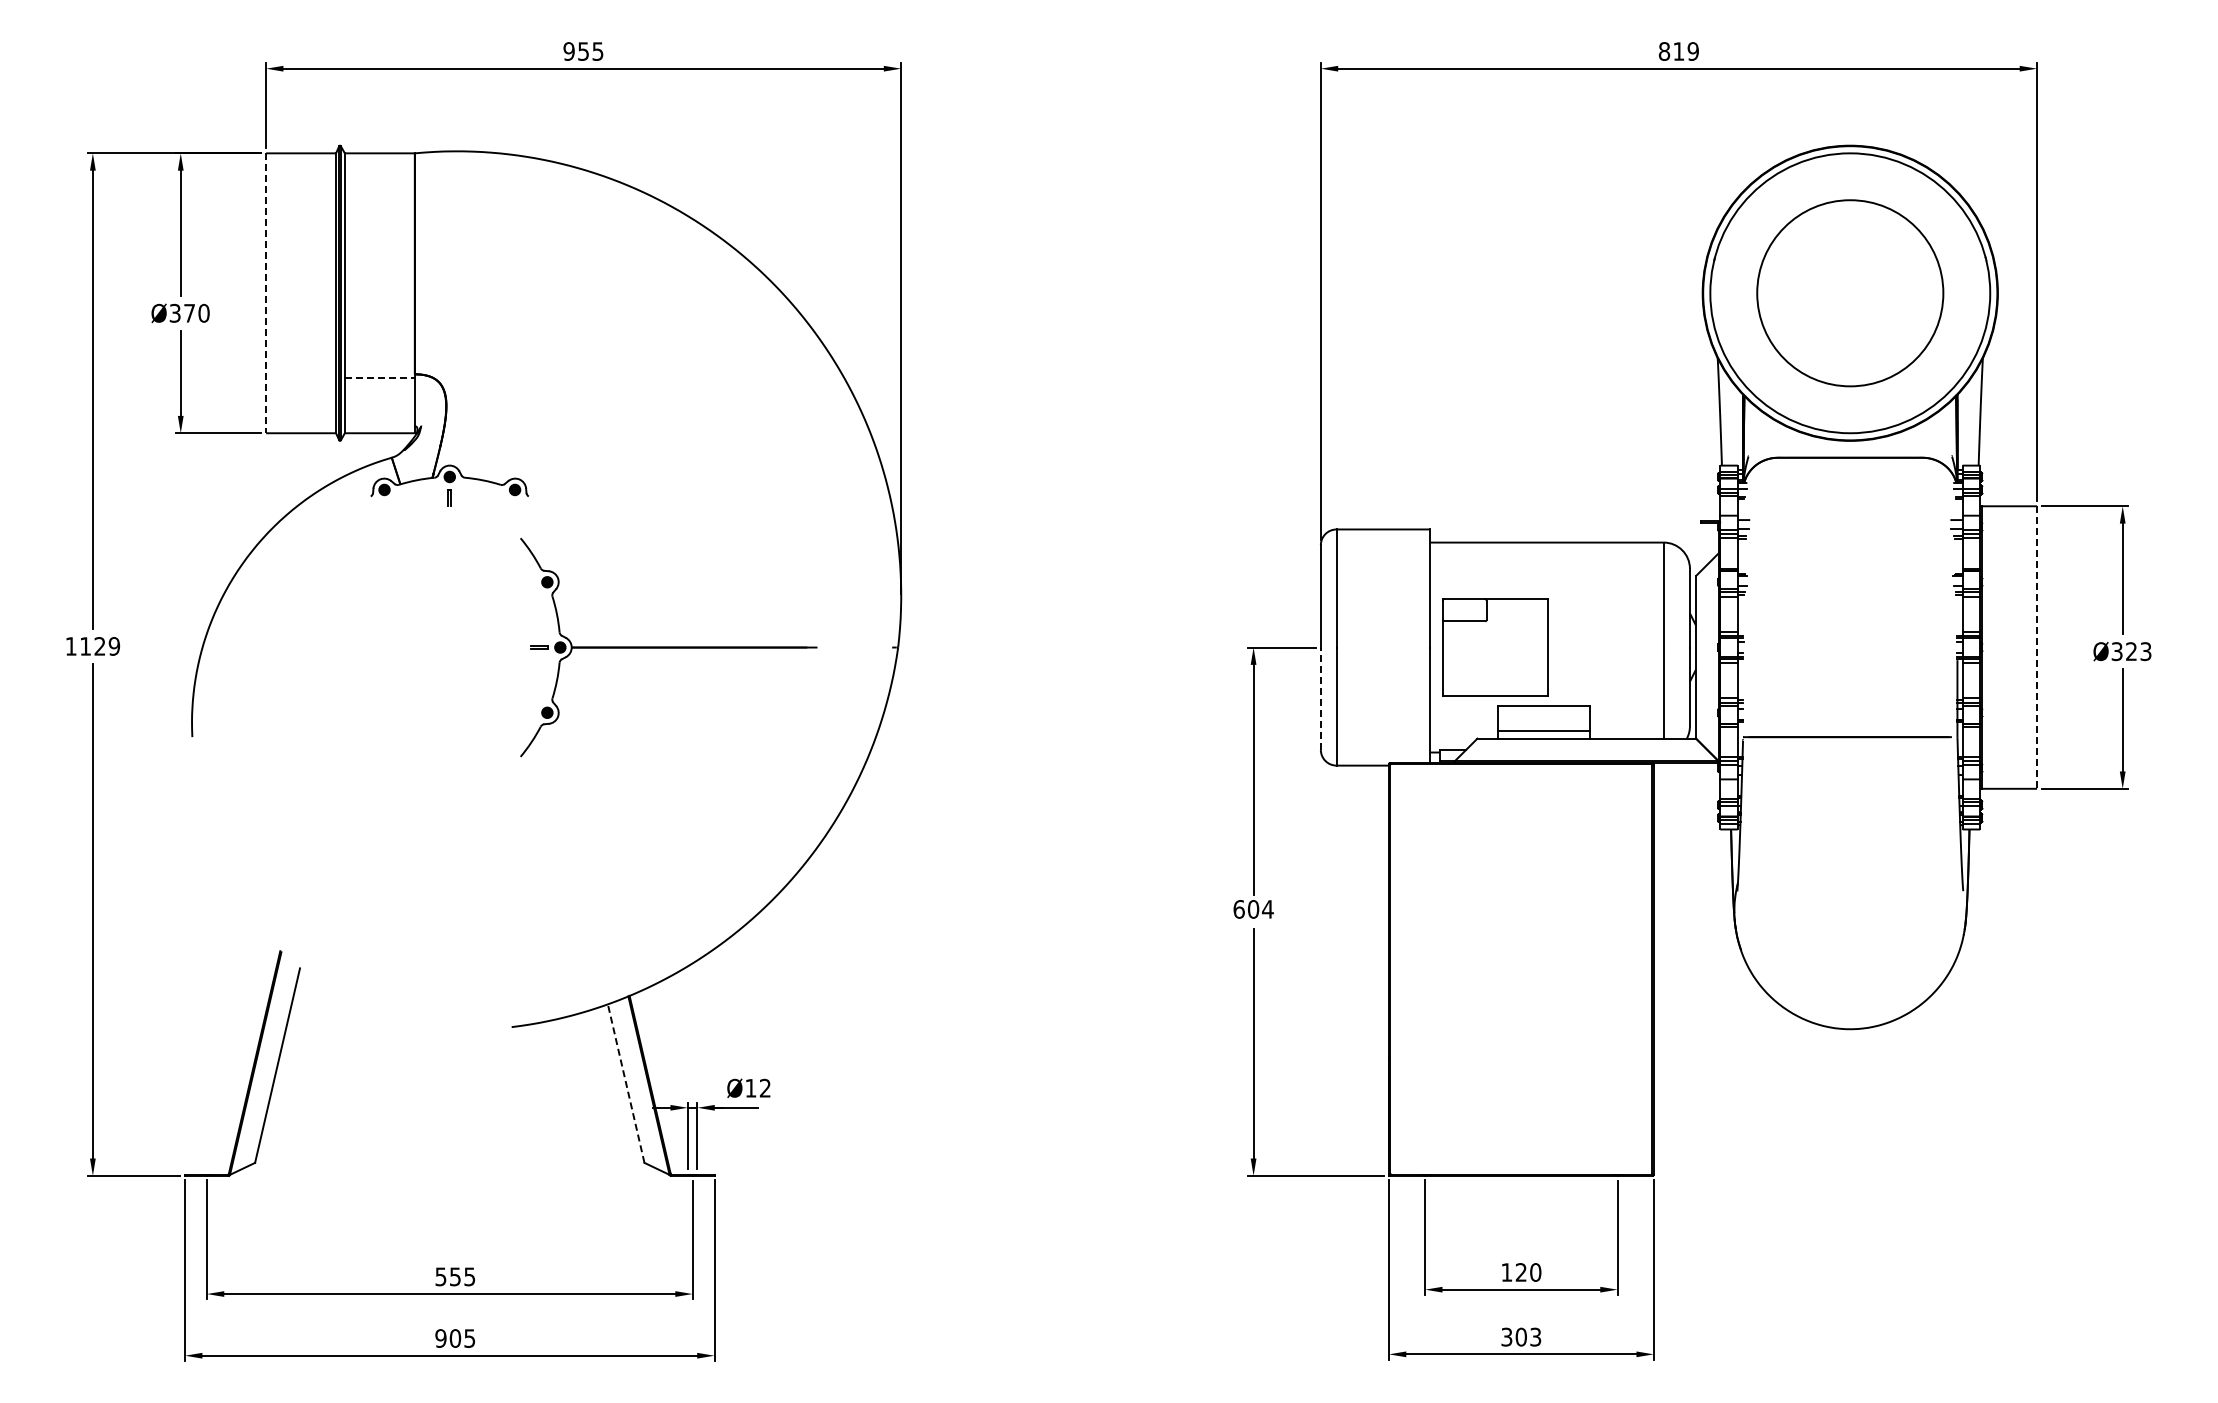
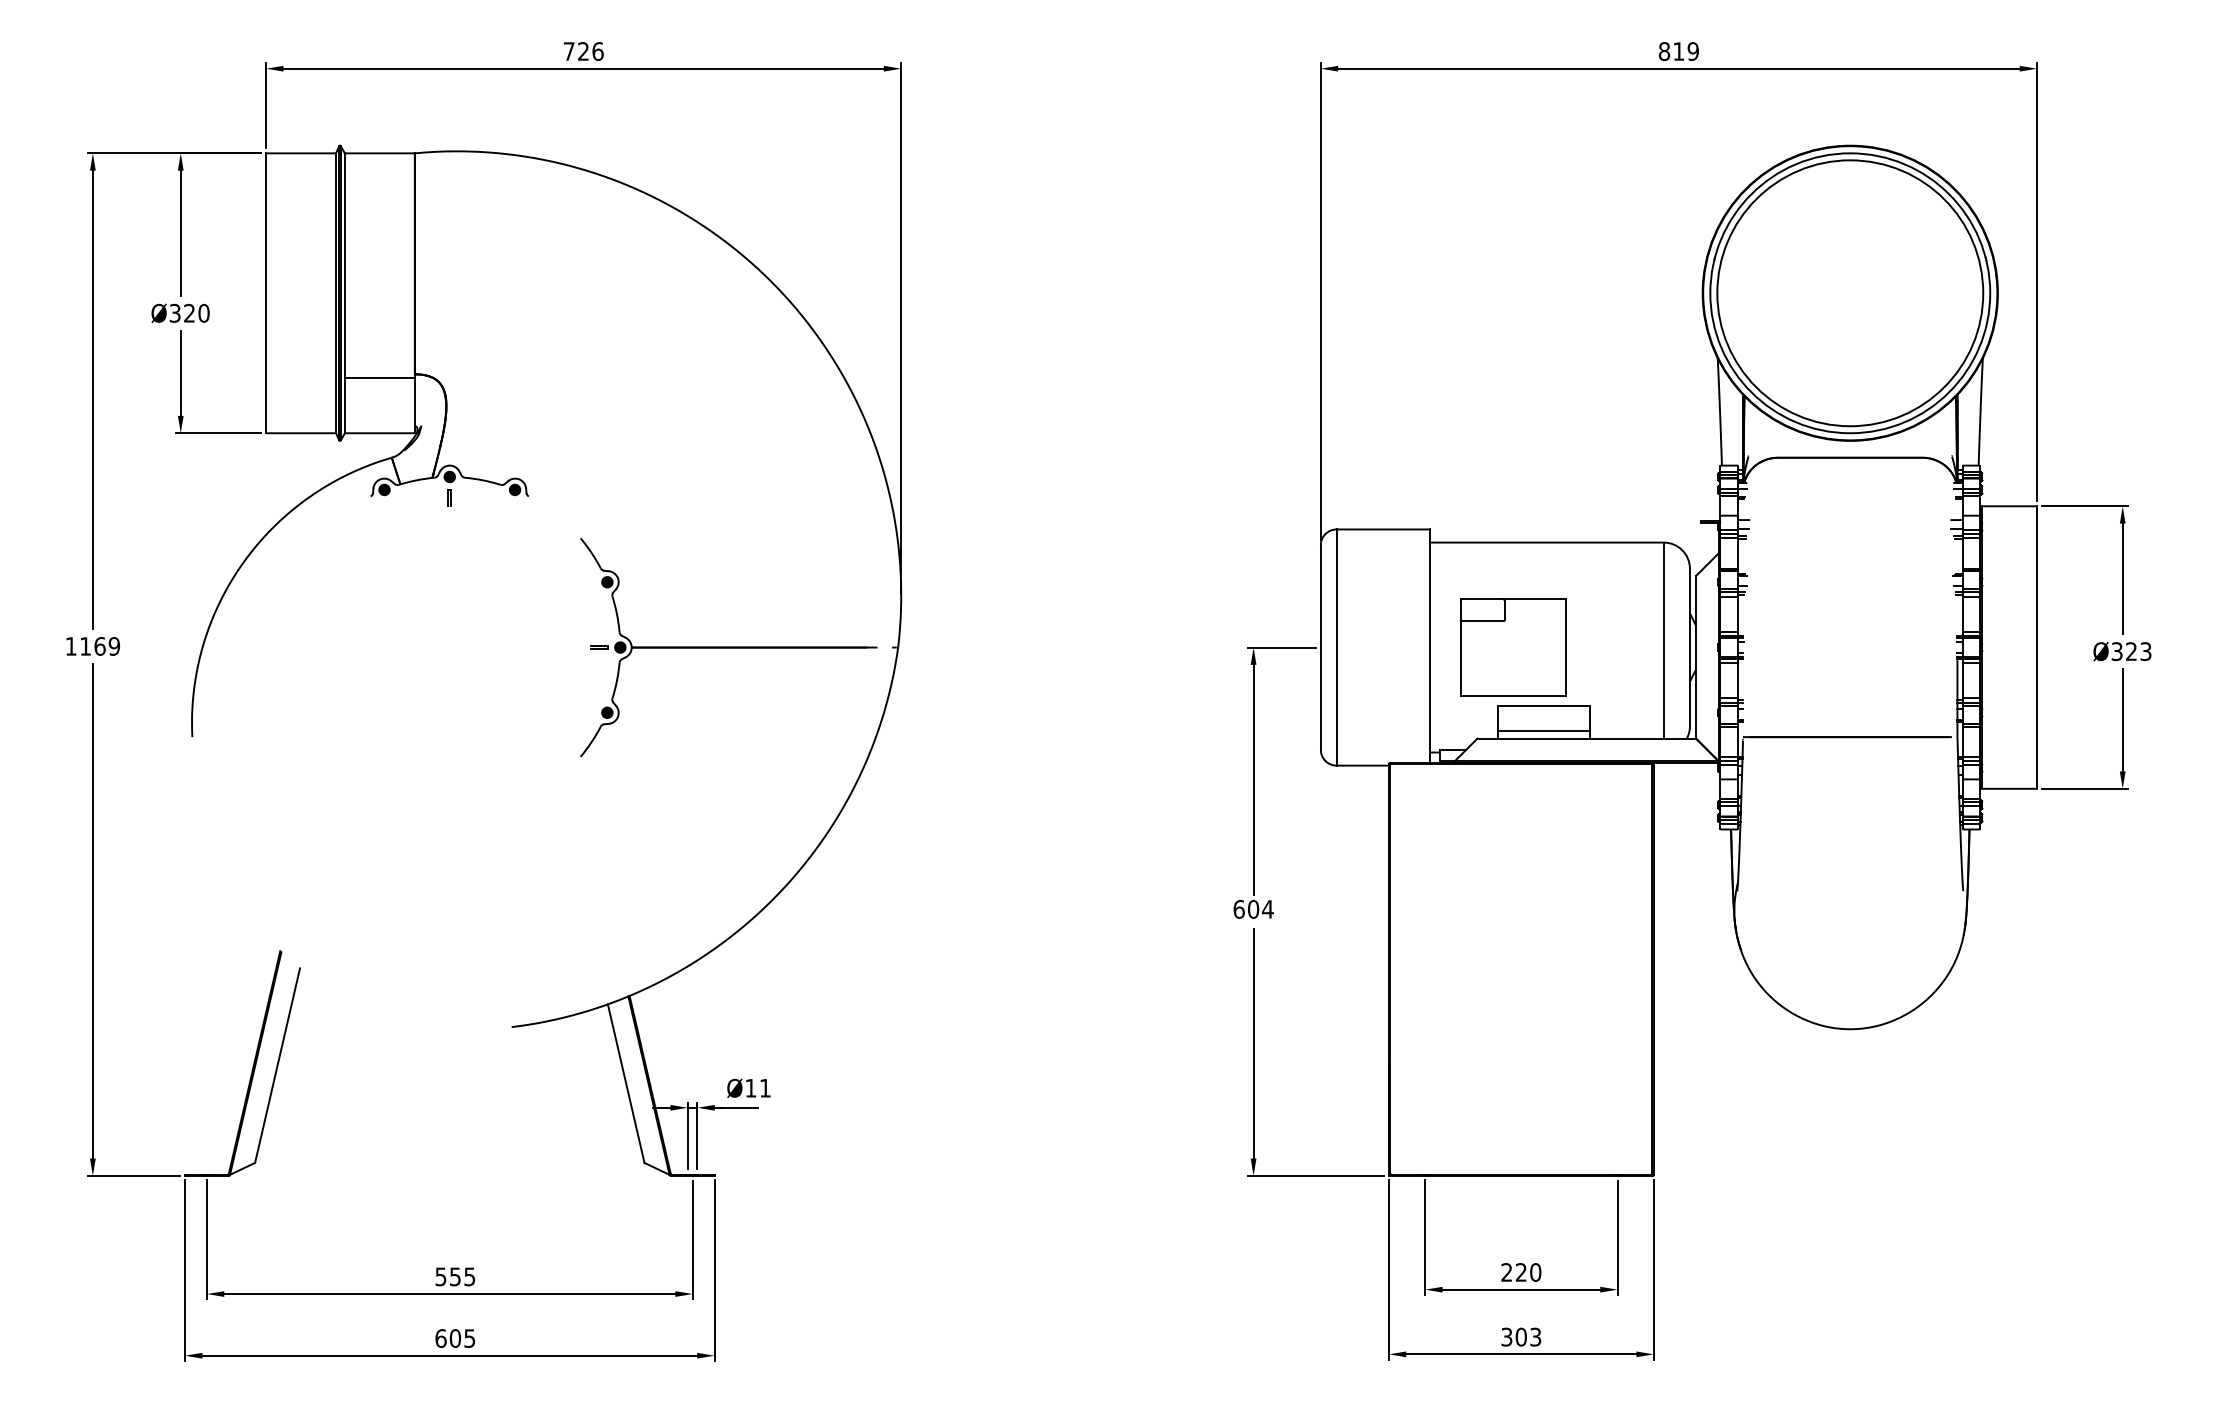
text at (583, 51): 955 -> 726
line at (266, 293): dashed -> solid
circle at (1850, 293) diameter: 186 px -> 266 px
text at (189, 312): Ø370 -> Ø320
line at (379, 377): dashed -> solid
text at (99, 646): 1129 -> 1169
part at (668, 647) position: (668, 647) -> (728, 647)
part at (1495, 647) position: (1495, 647) -> (1513, 647)
line at (2037, 648): dashed -> solid
line at (1320, 698): dashed -> solid
line at (626, 1083): dashed -> solid
text at (764, 1087): Ø12 -> Ø11
text at (1506, 1272): 120 -> 220
text at (440, 1338): 905 -> 605
